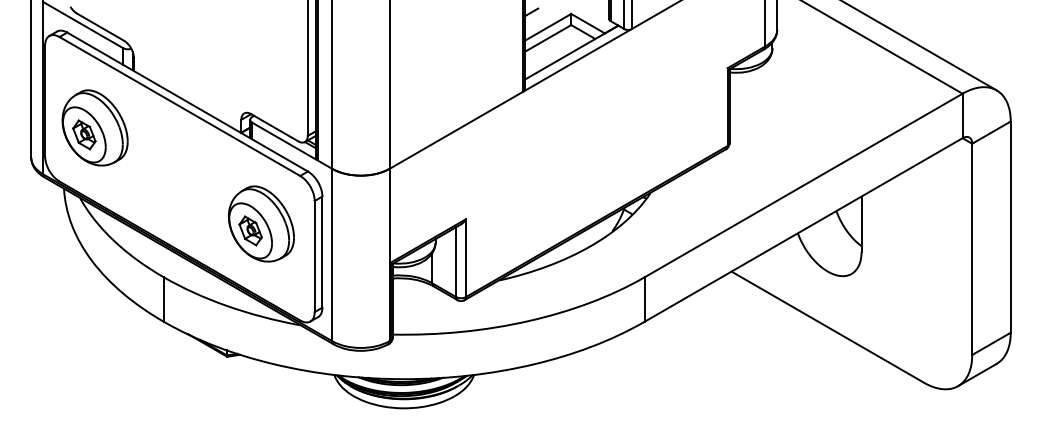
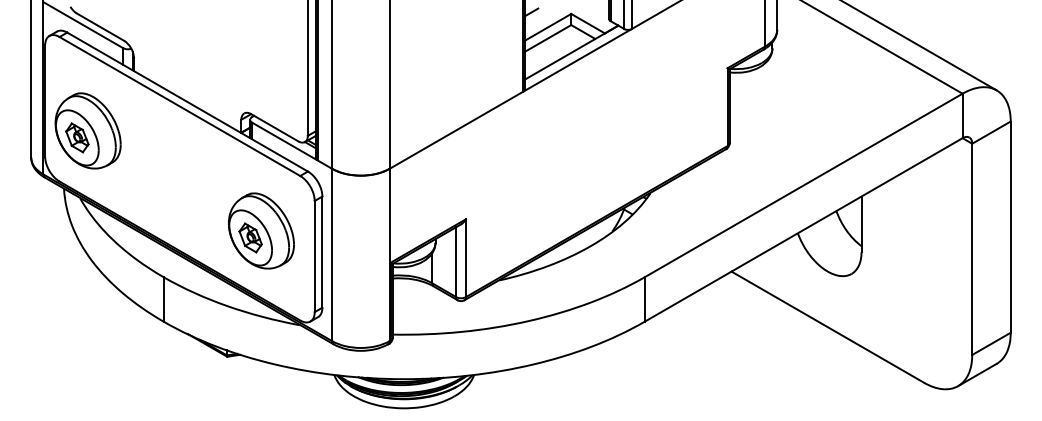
part at (94, 127) position: (94, 127) -> (87, 130)
part at (261, 223) position: (261, 223) -> (261, 230)
